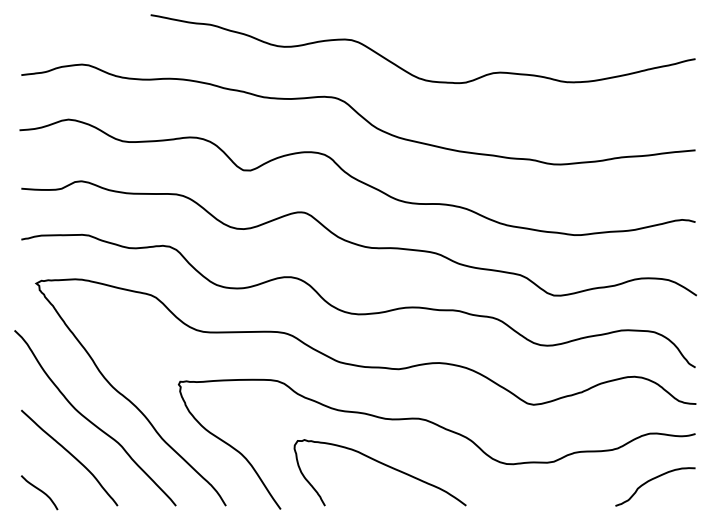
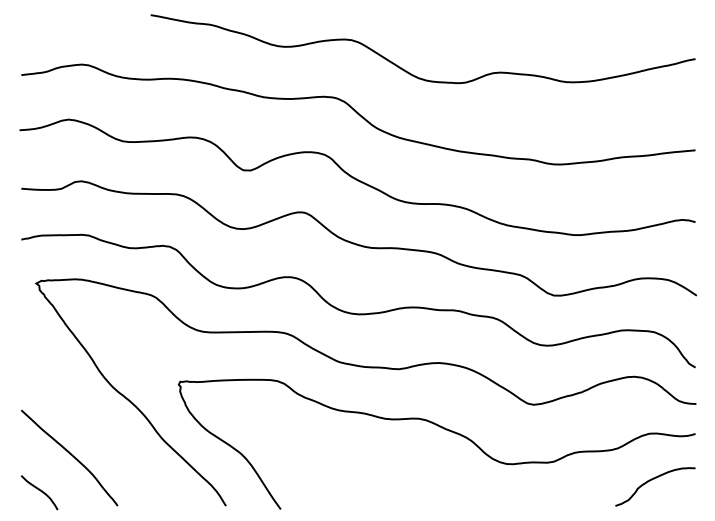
curve at (91, 421): present -> none
curve at (381, 464): present -> none
